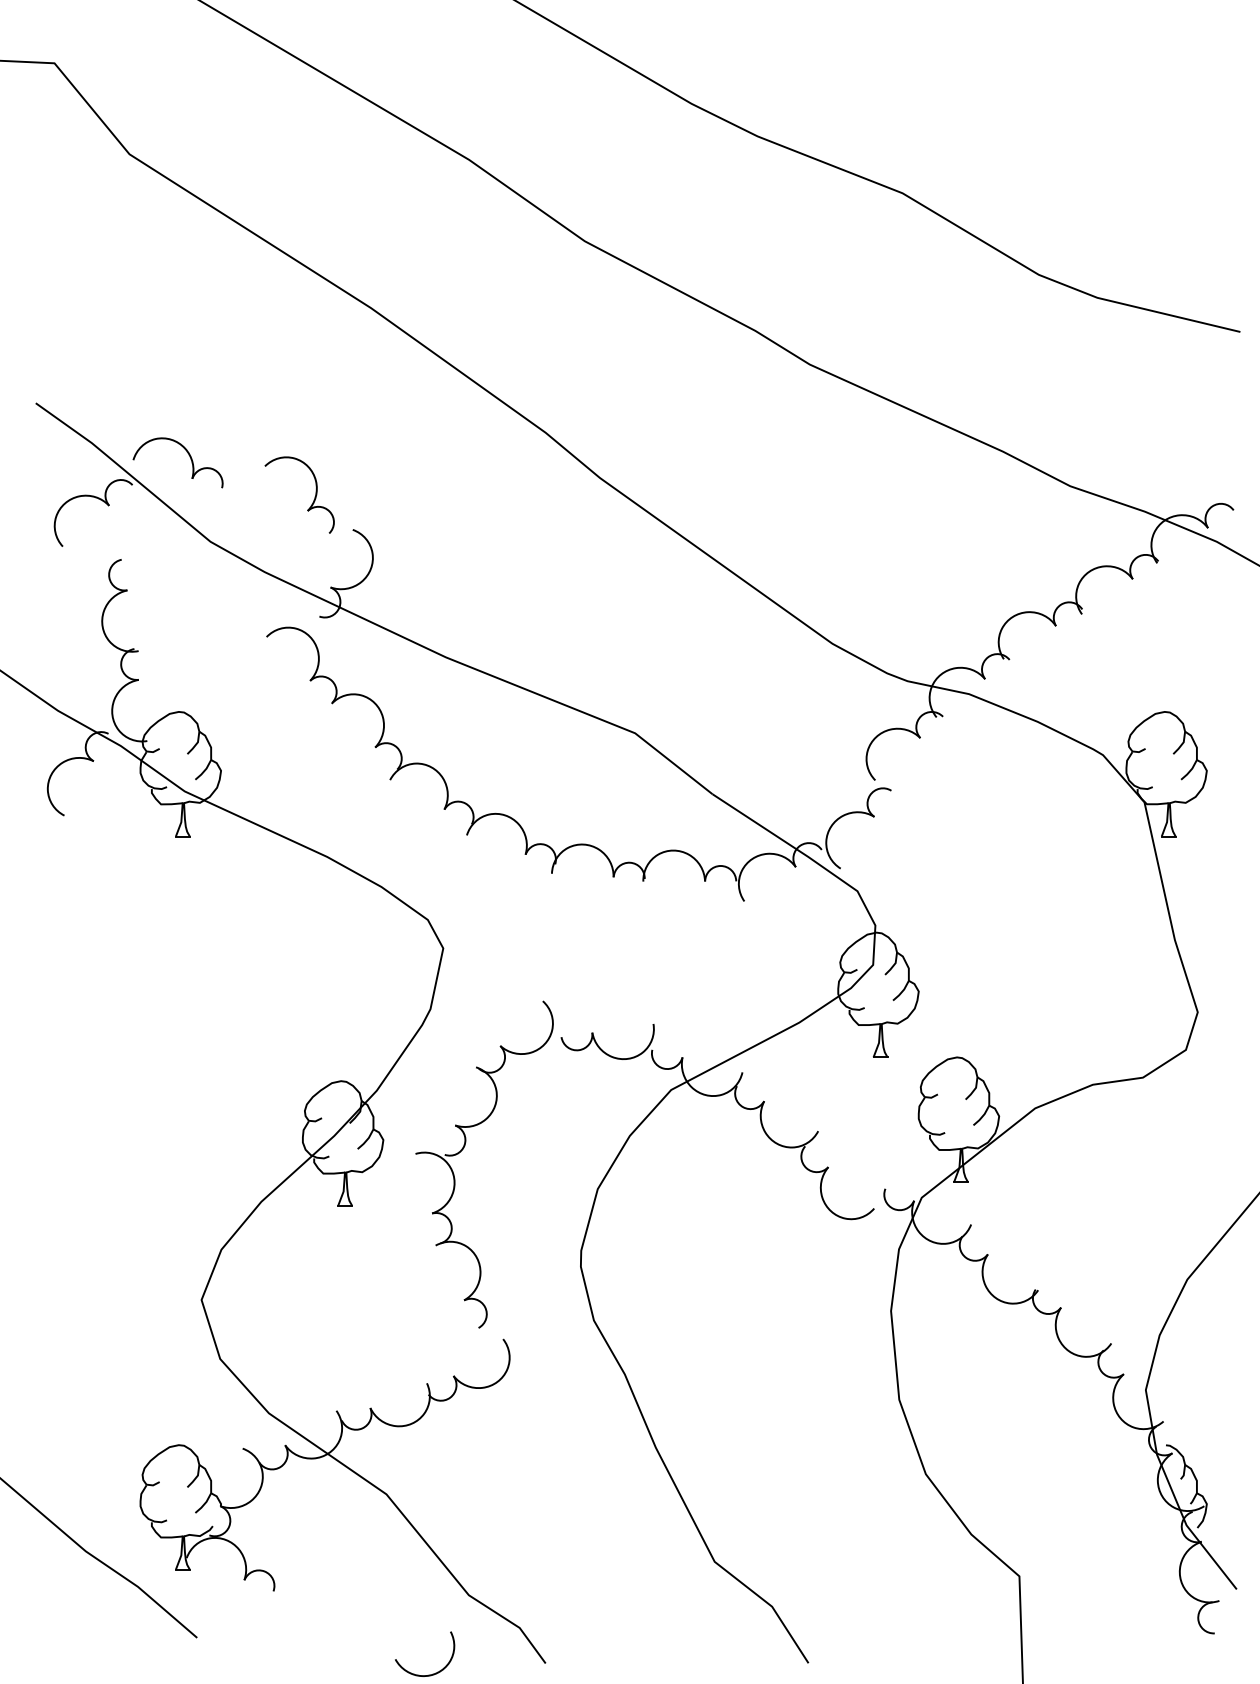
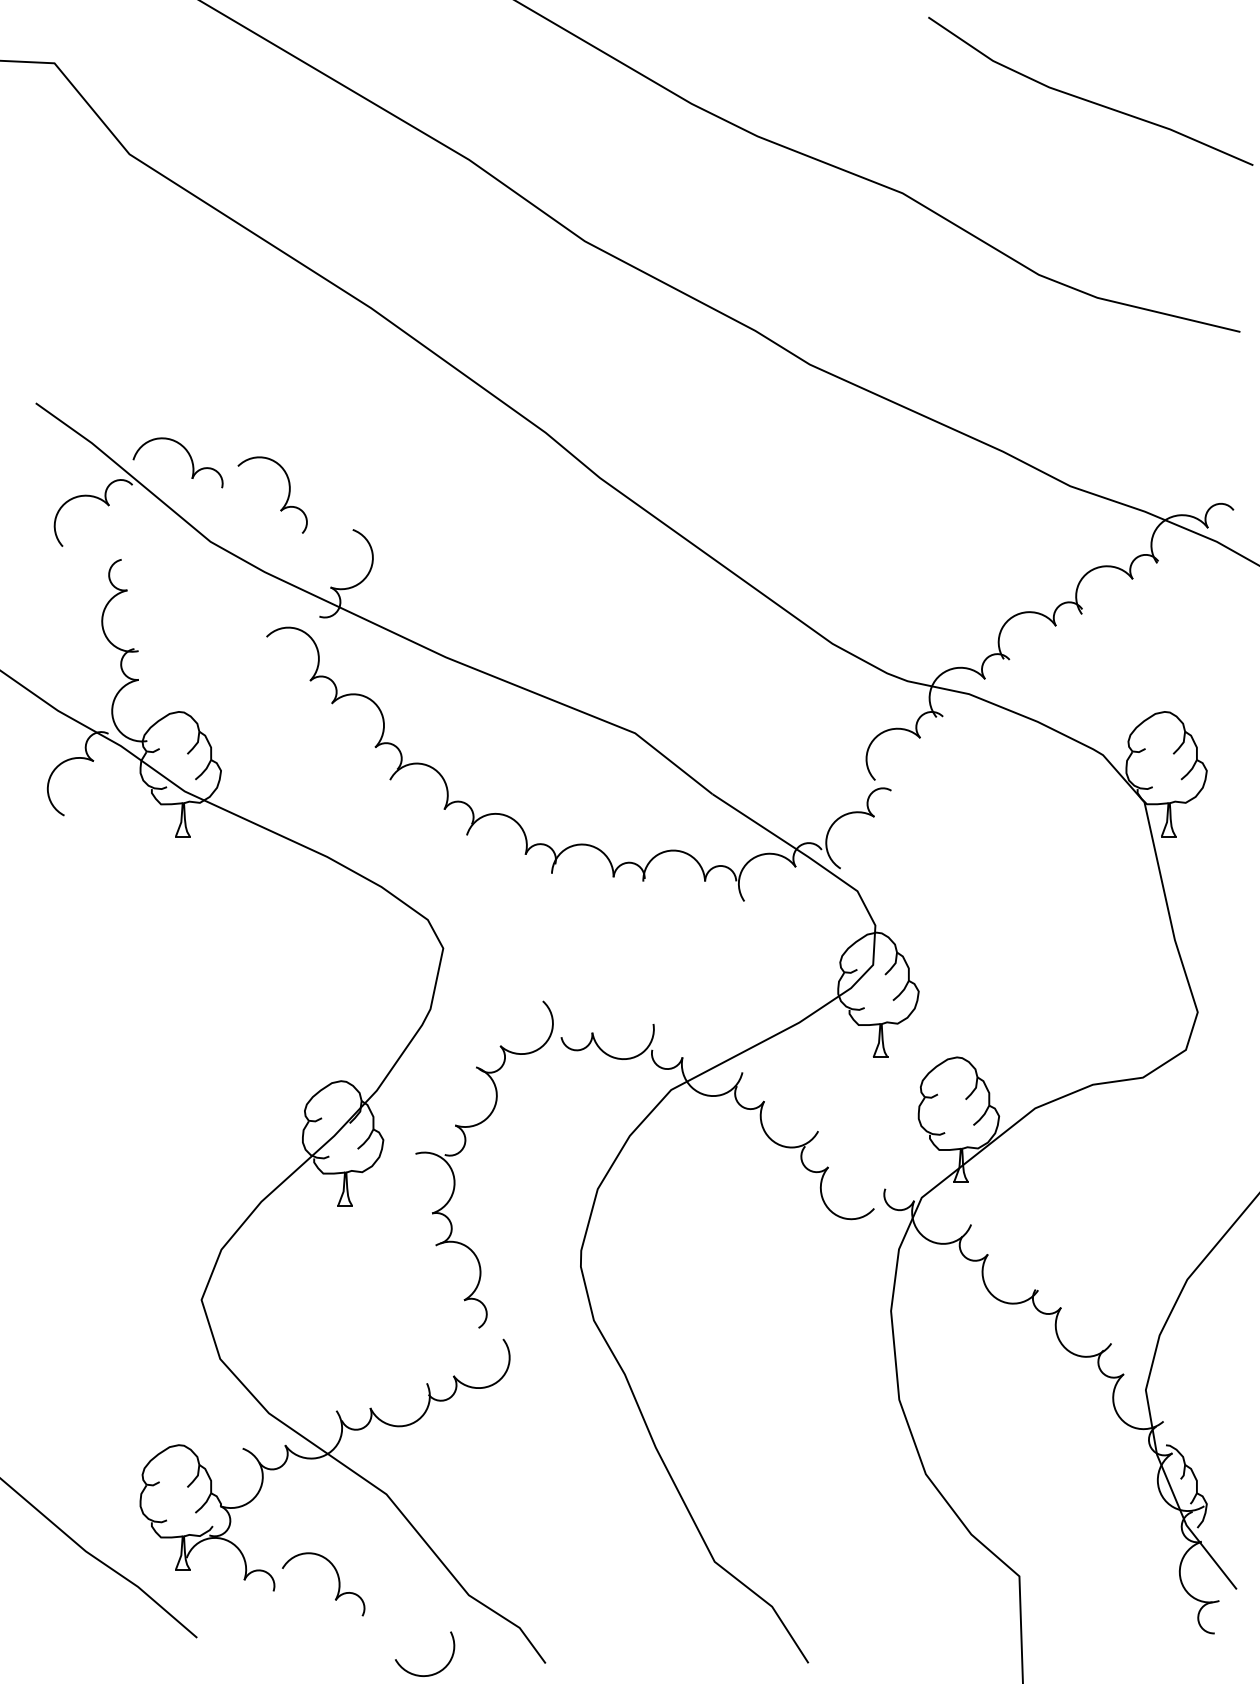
line at (1087, 99): none -> present
part at (314, 496) position: (314, 496) -> (287, 496)
part at (338, 1584): none -> present
